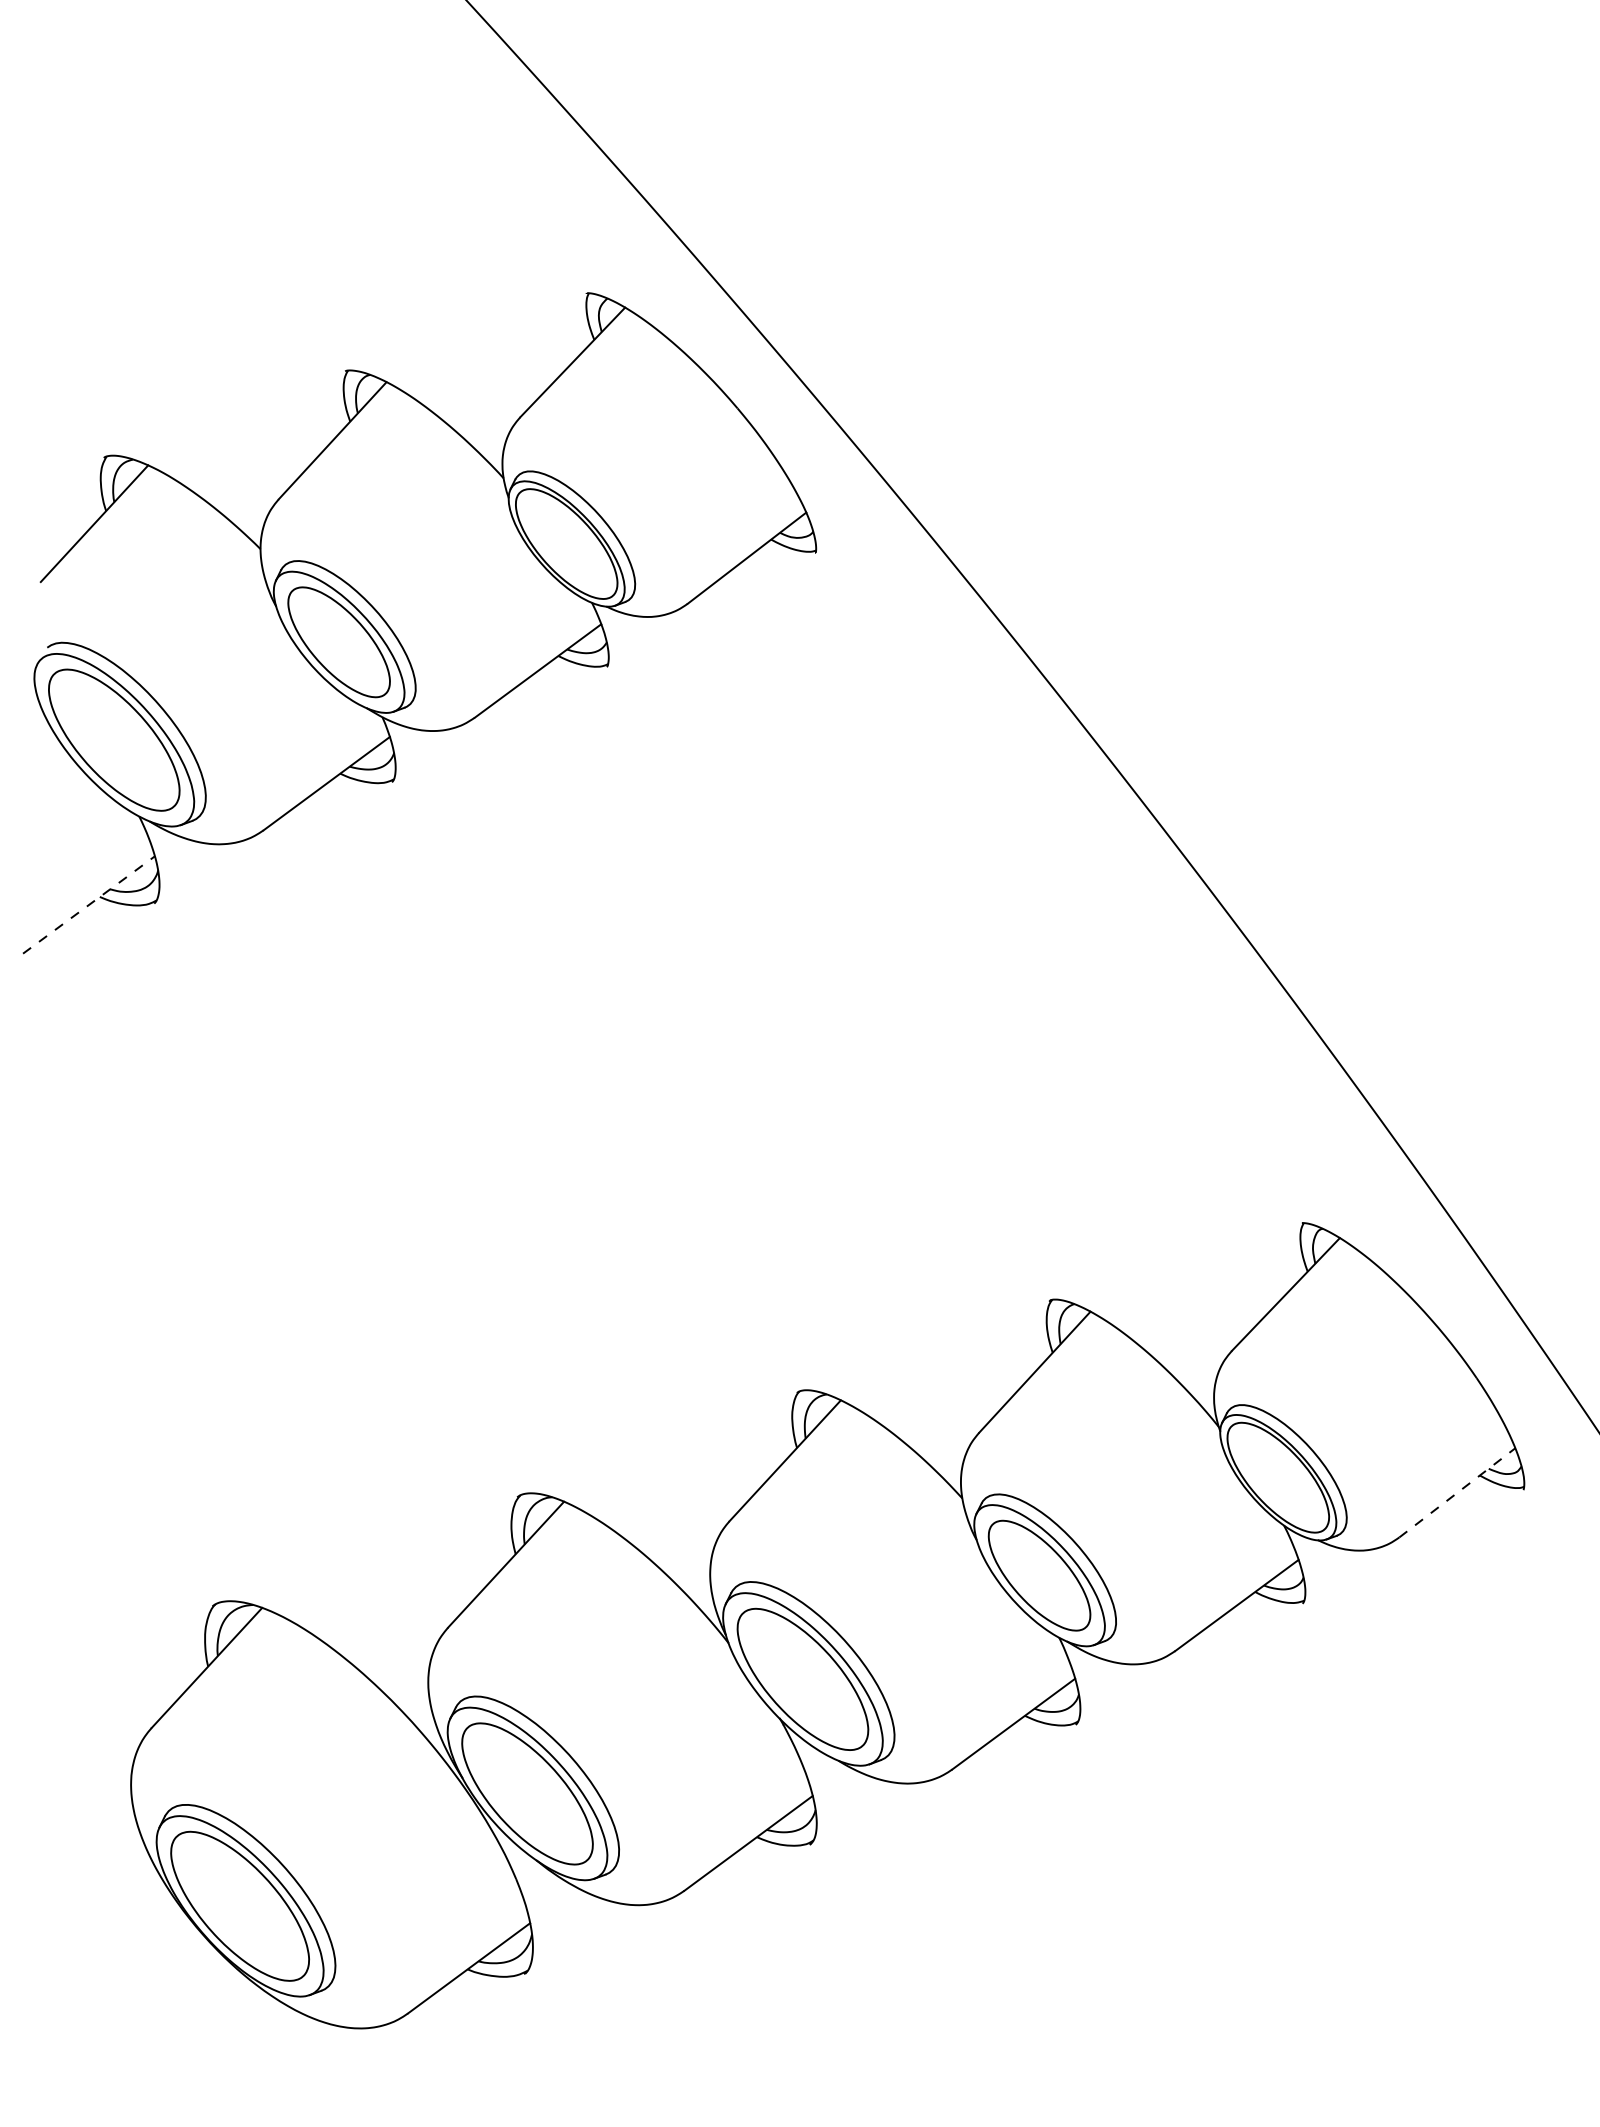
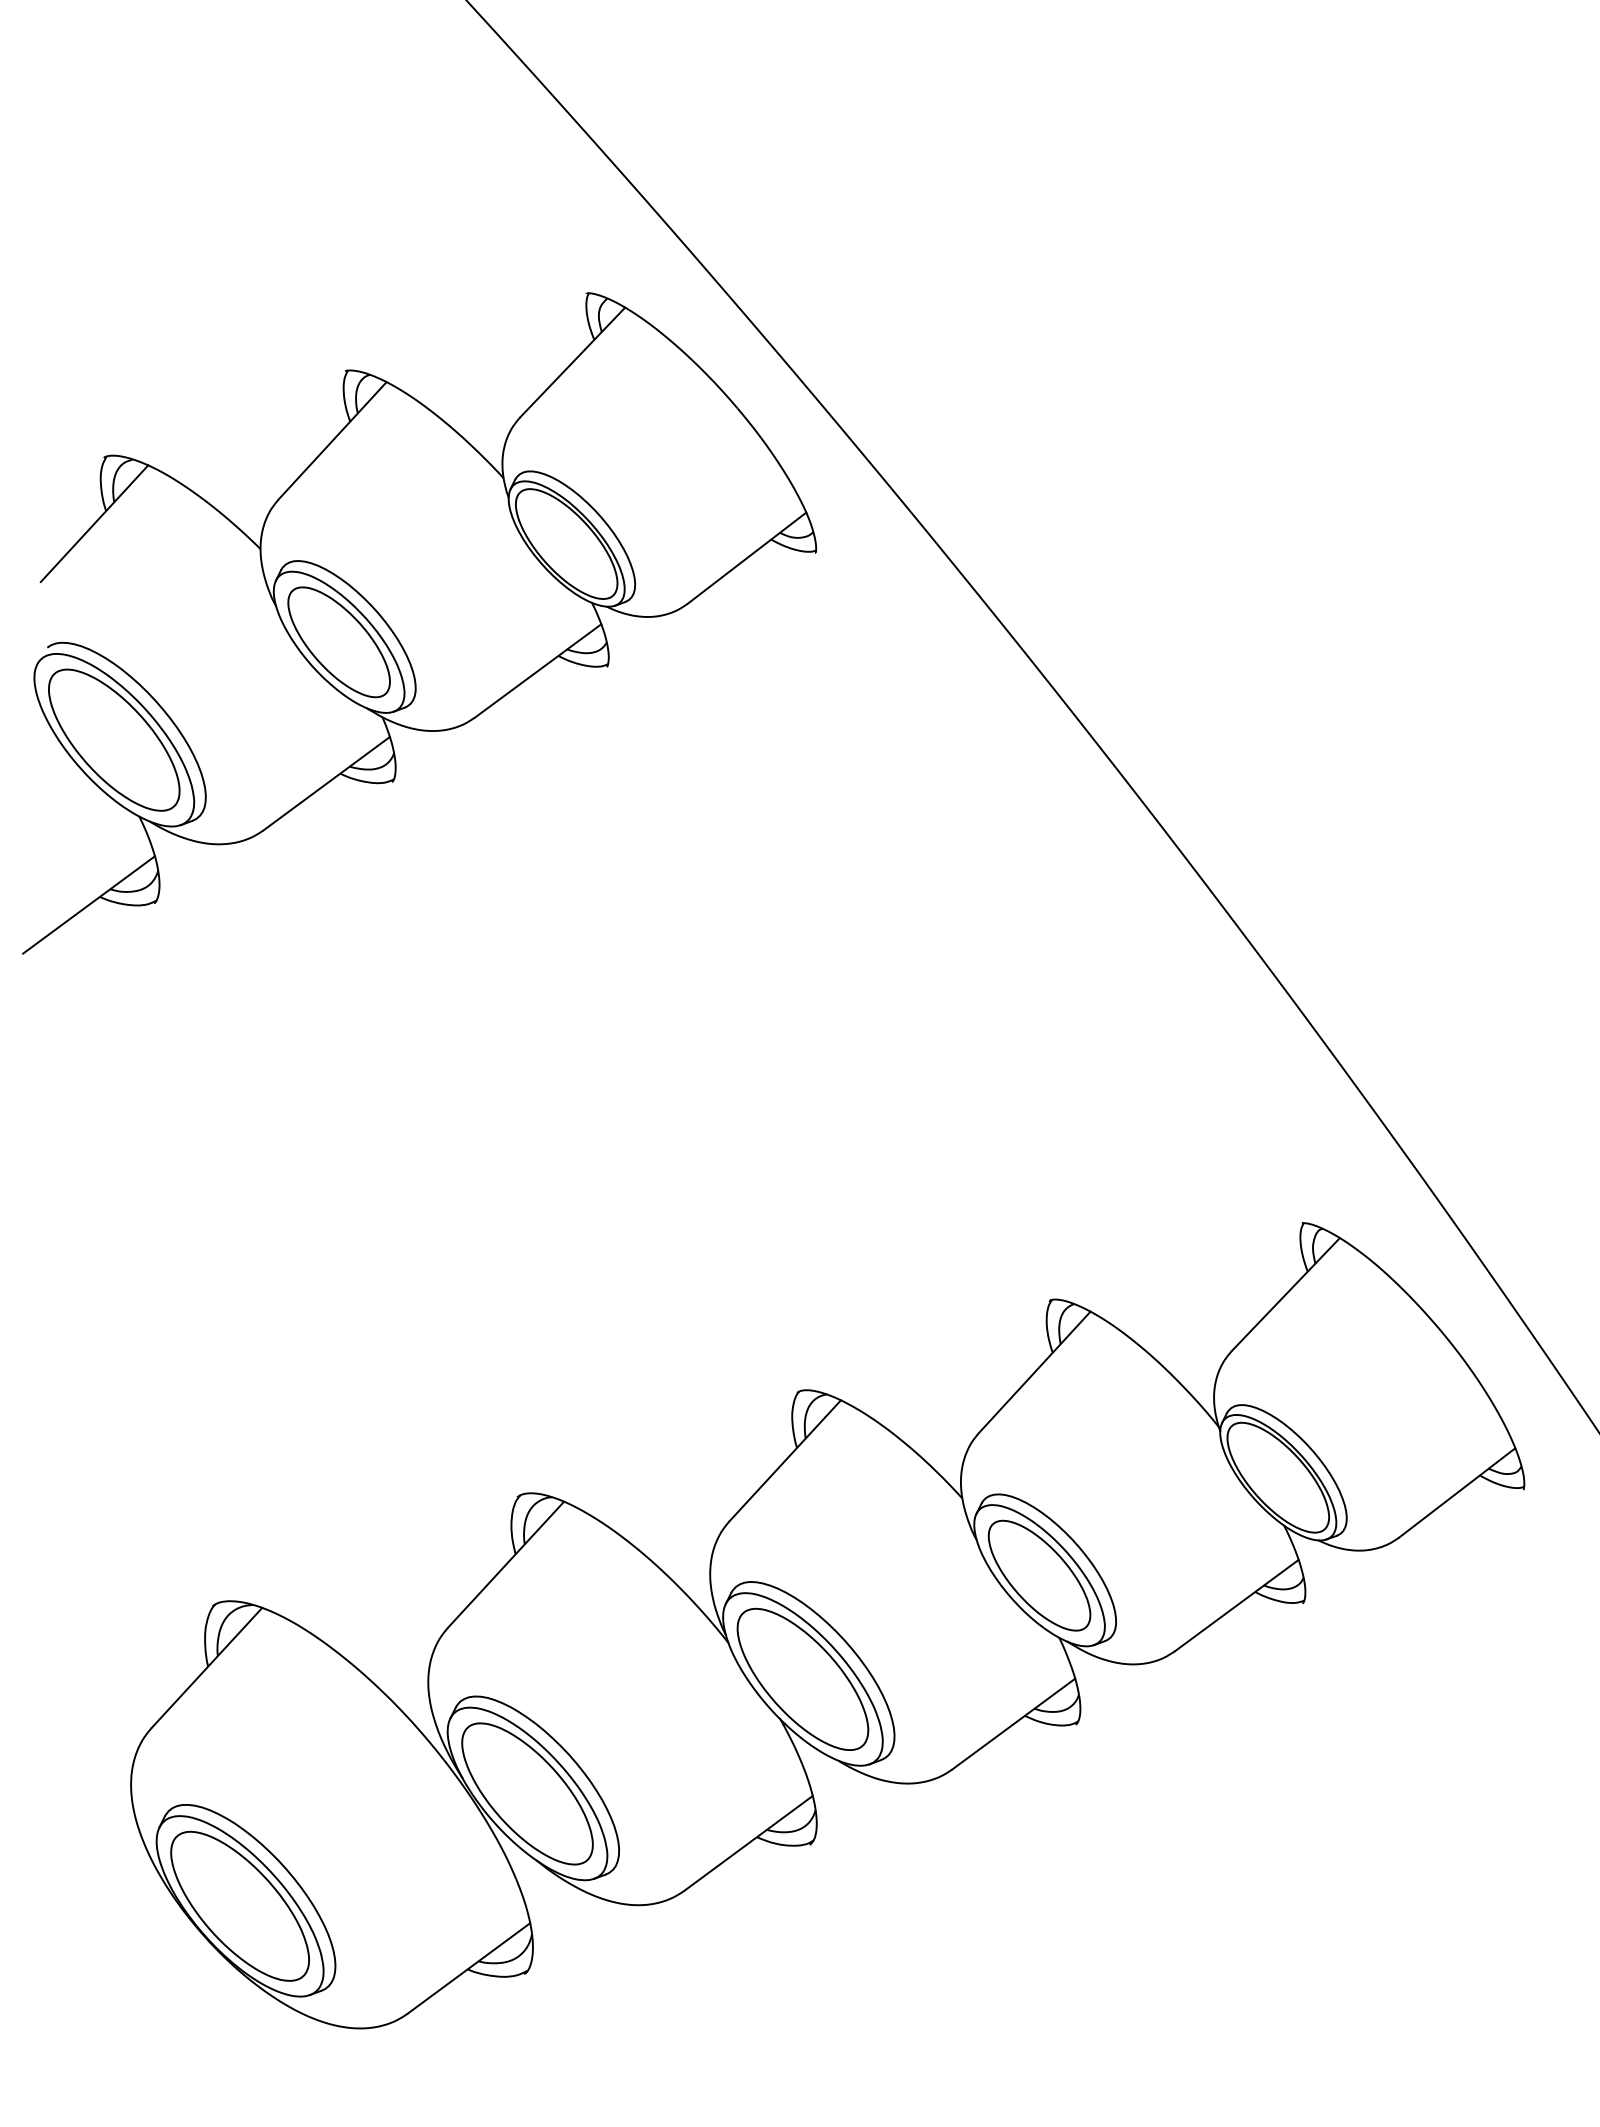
line at (89, 904): dashed -> solid
line at (1457, 1492): dashed -> solid
